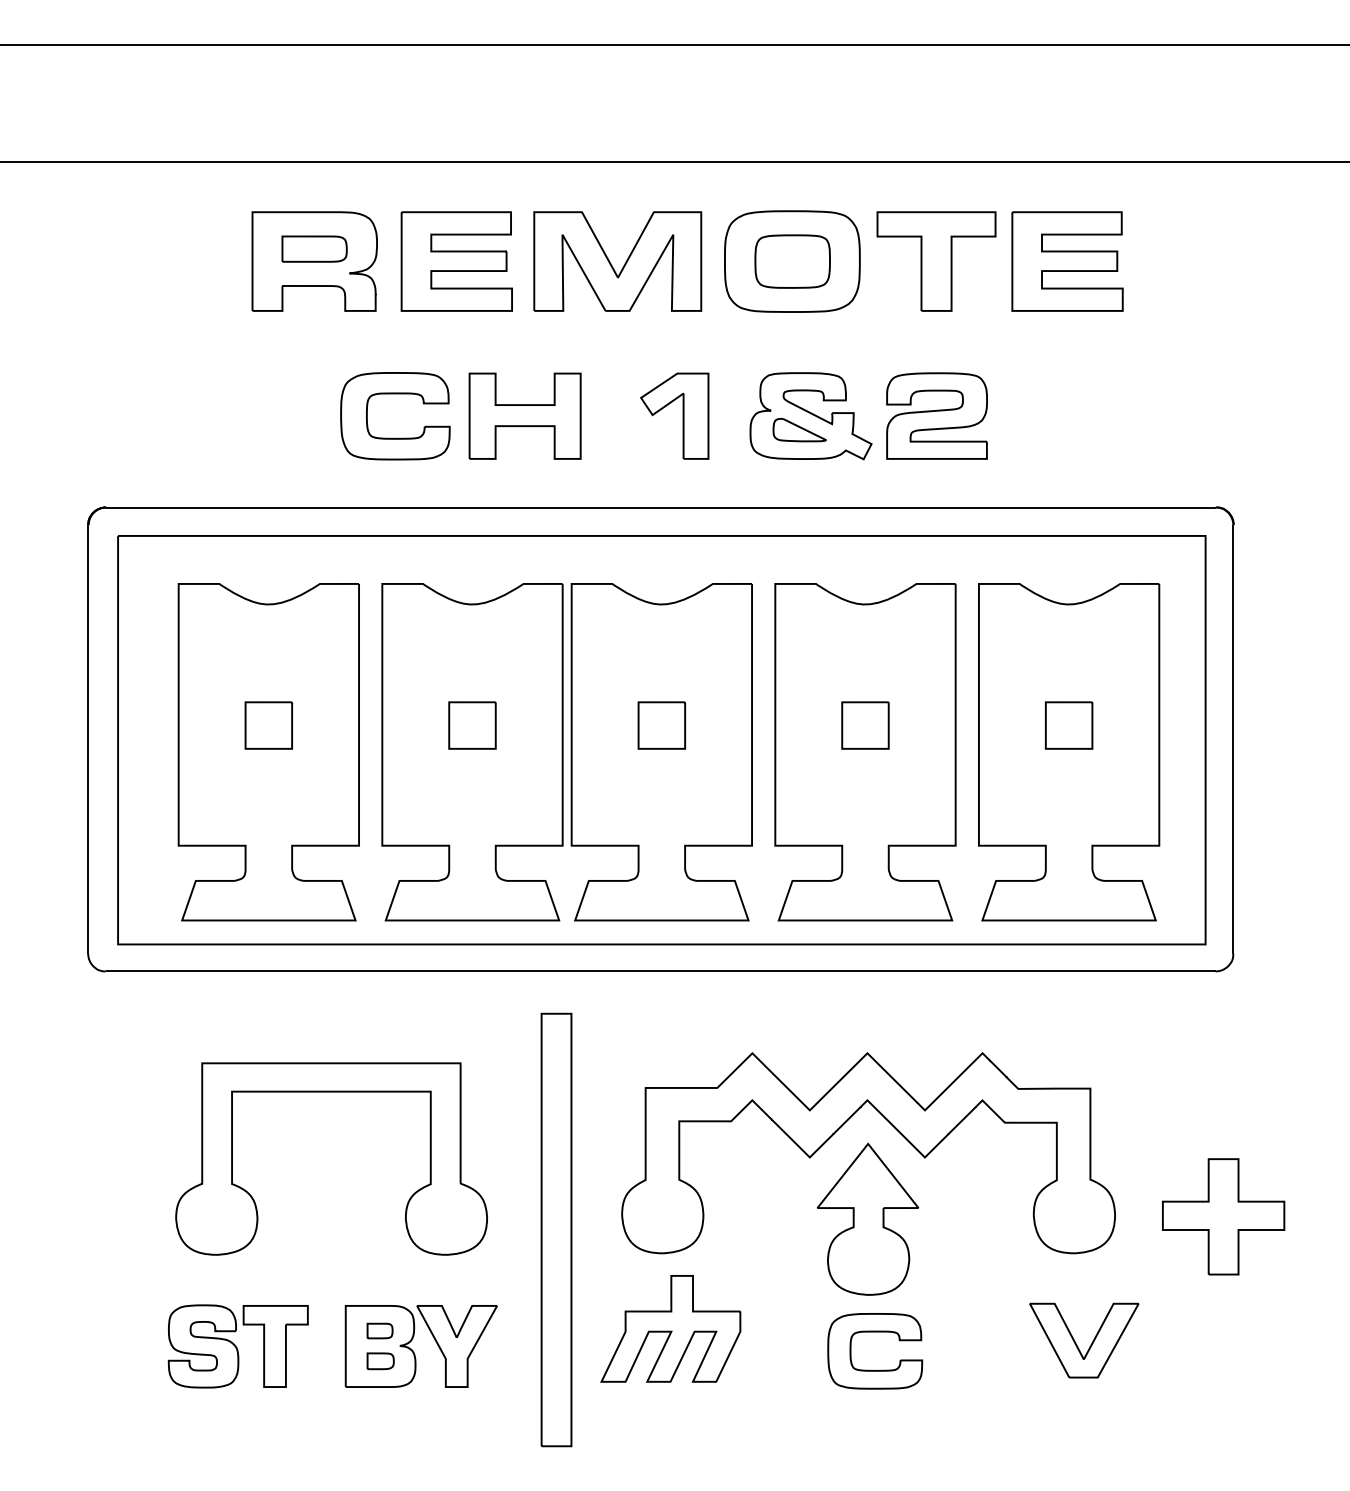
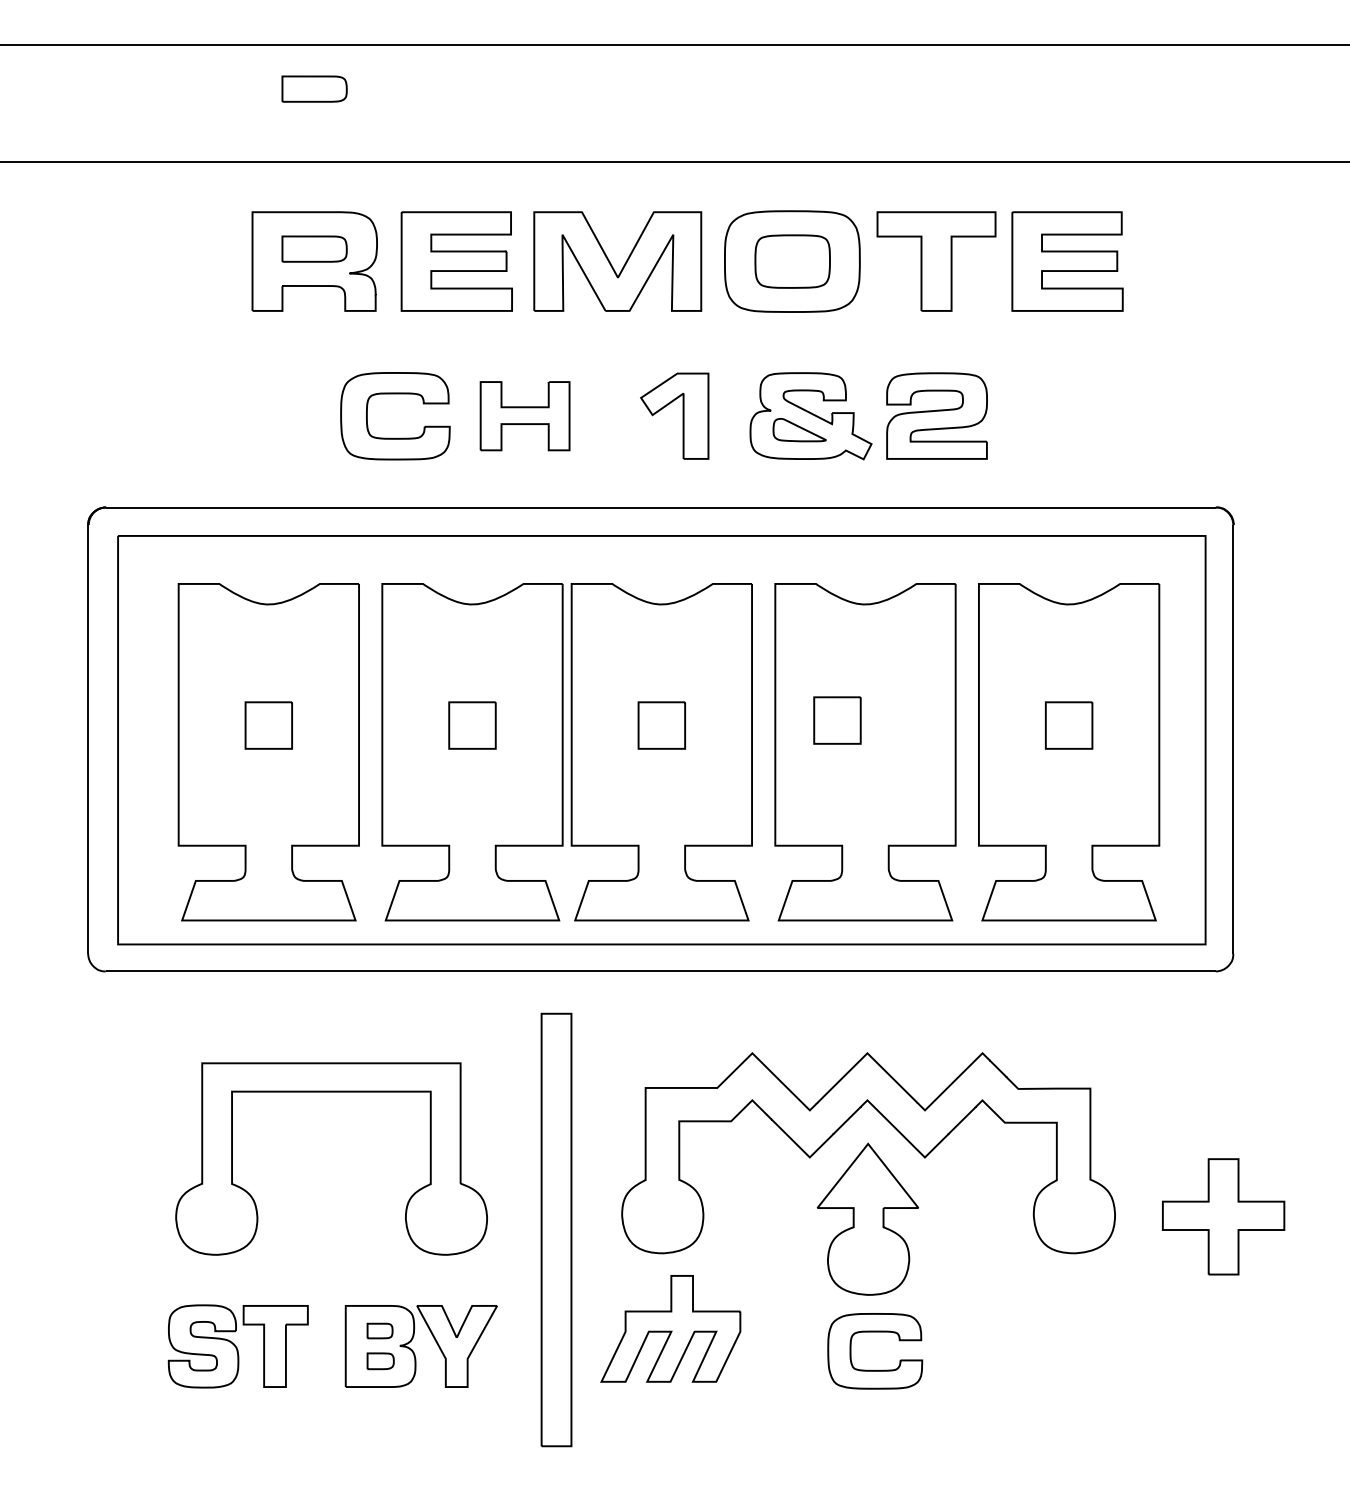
part at (314, 88): none -> present
part at (524, 415) size: 114x88 px -> 92x71 px
part at (865, 725) position: (865, 725) -> (837, 720)
part at (1090, 1344): present -> none
